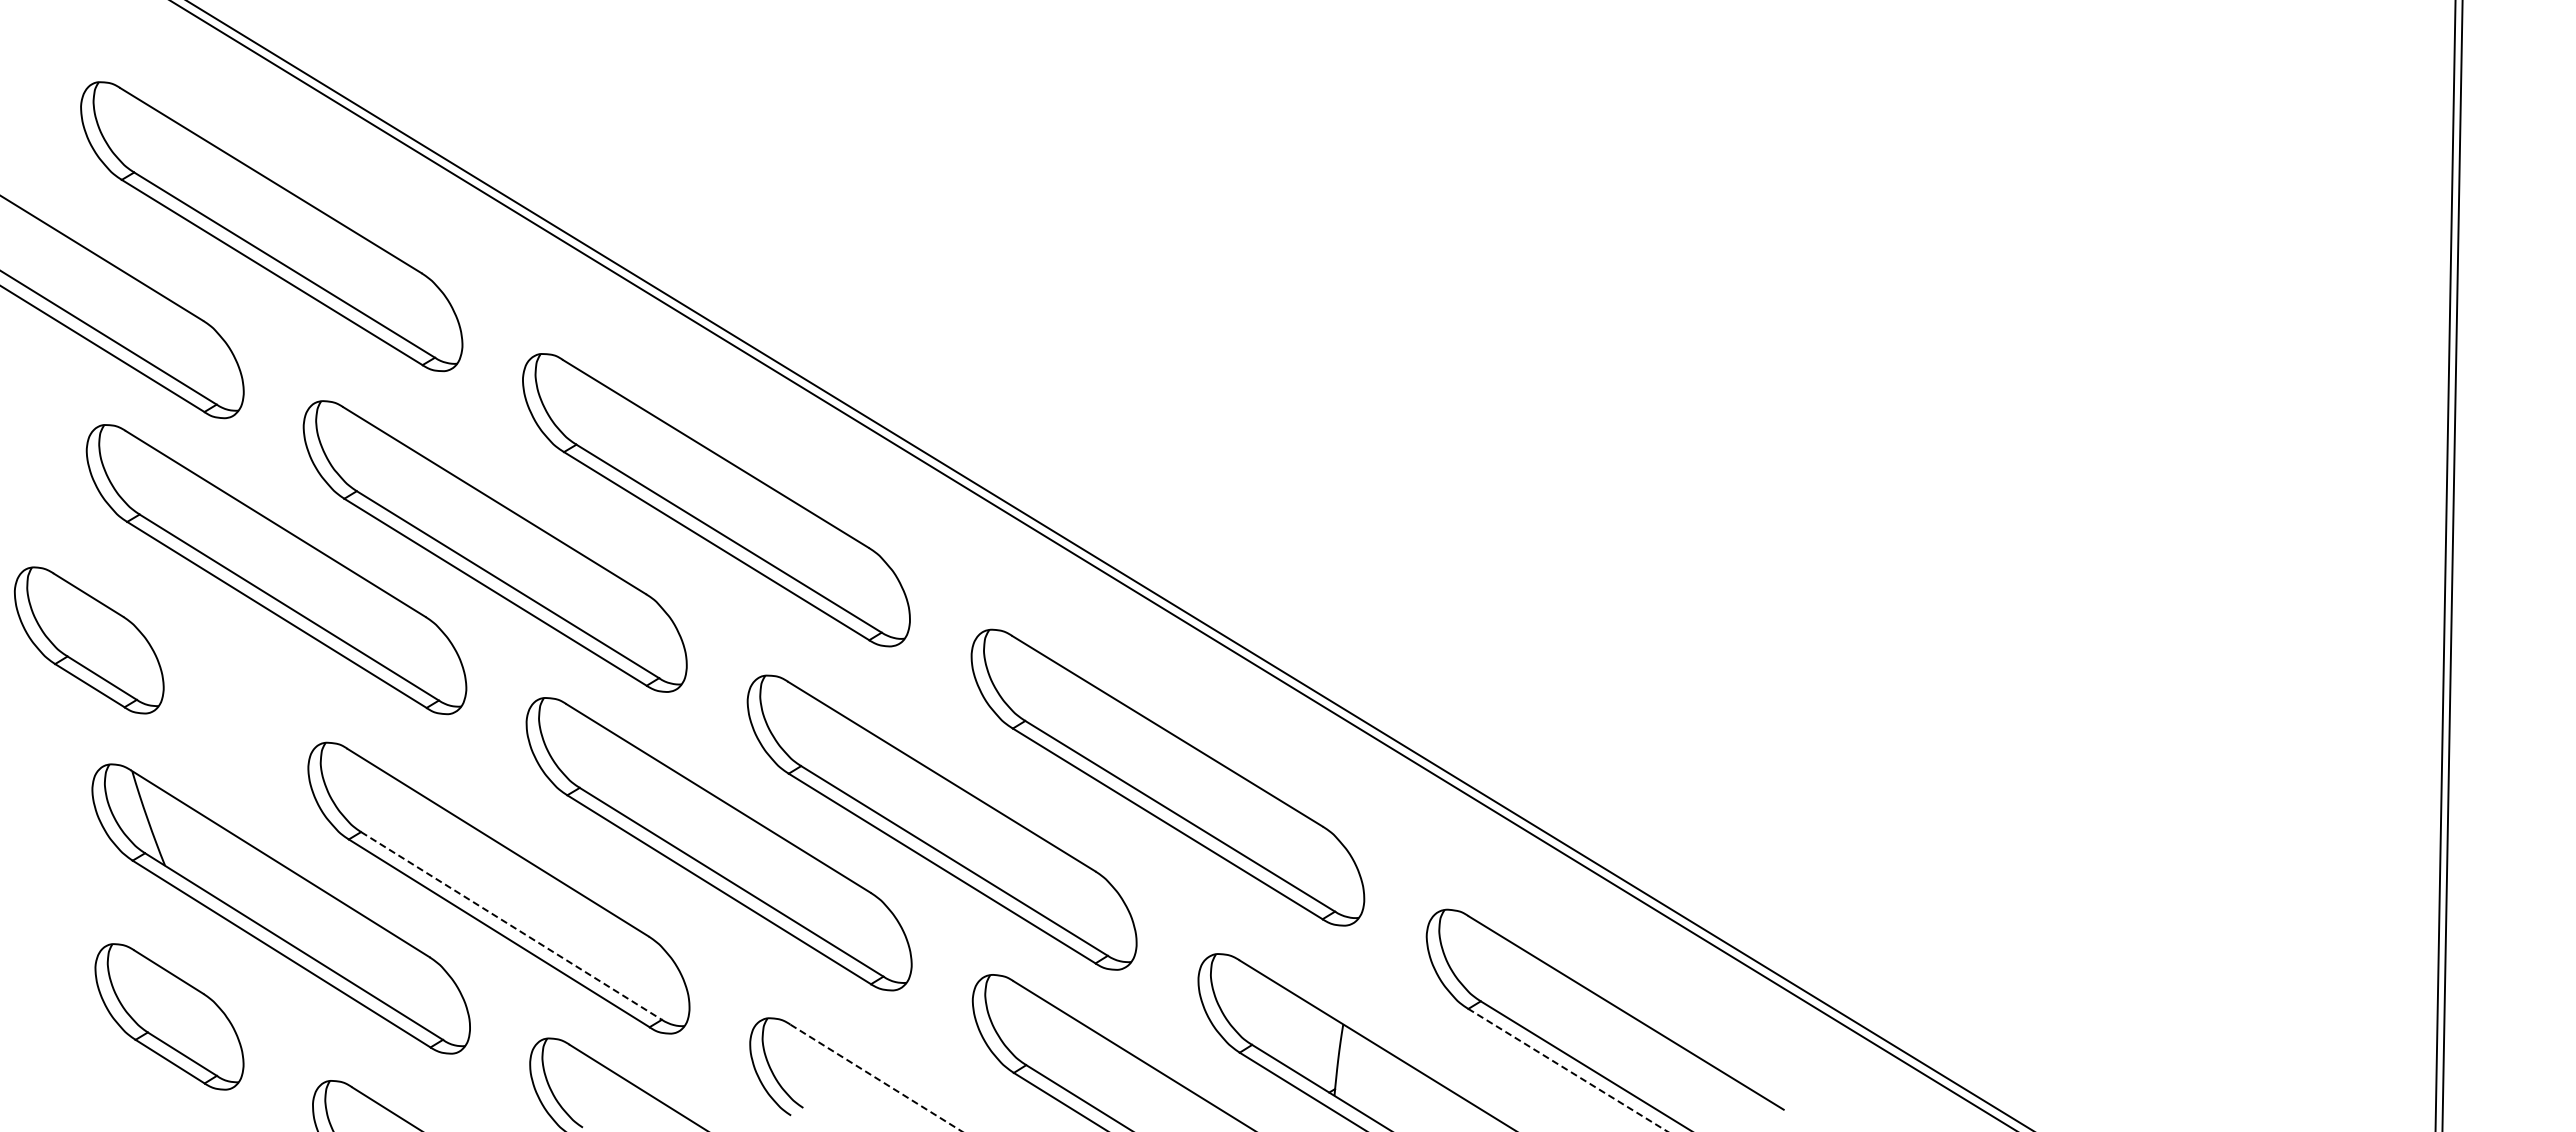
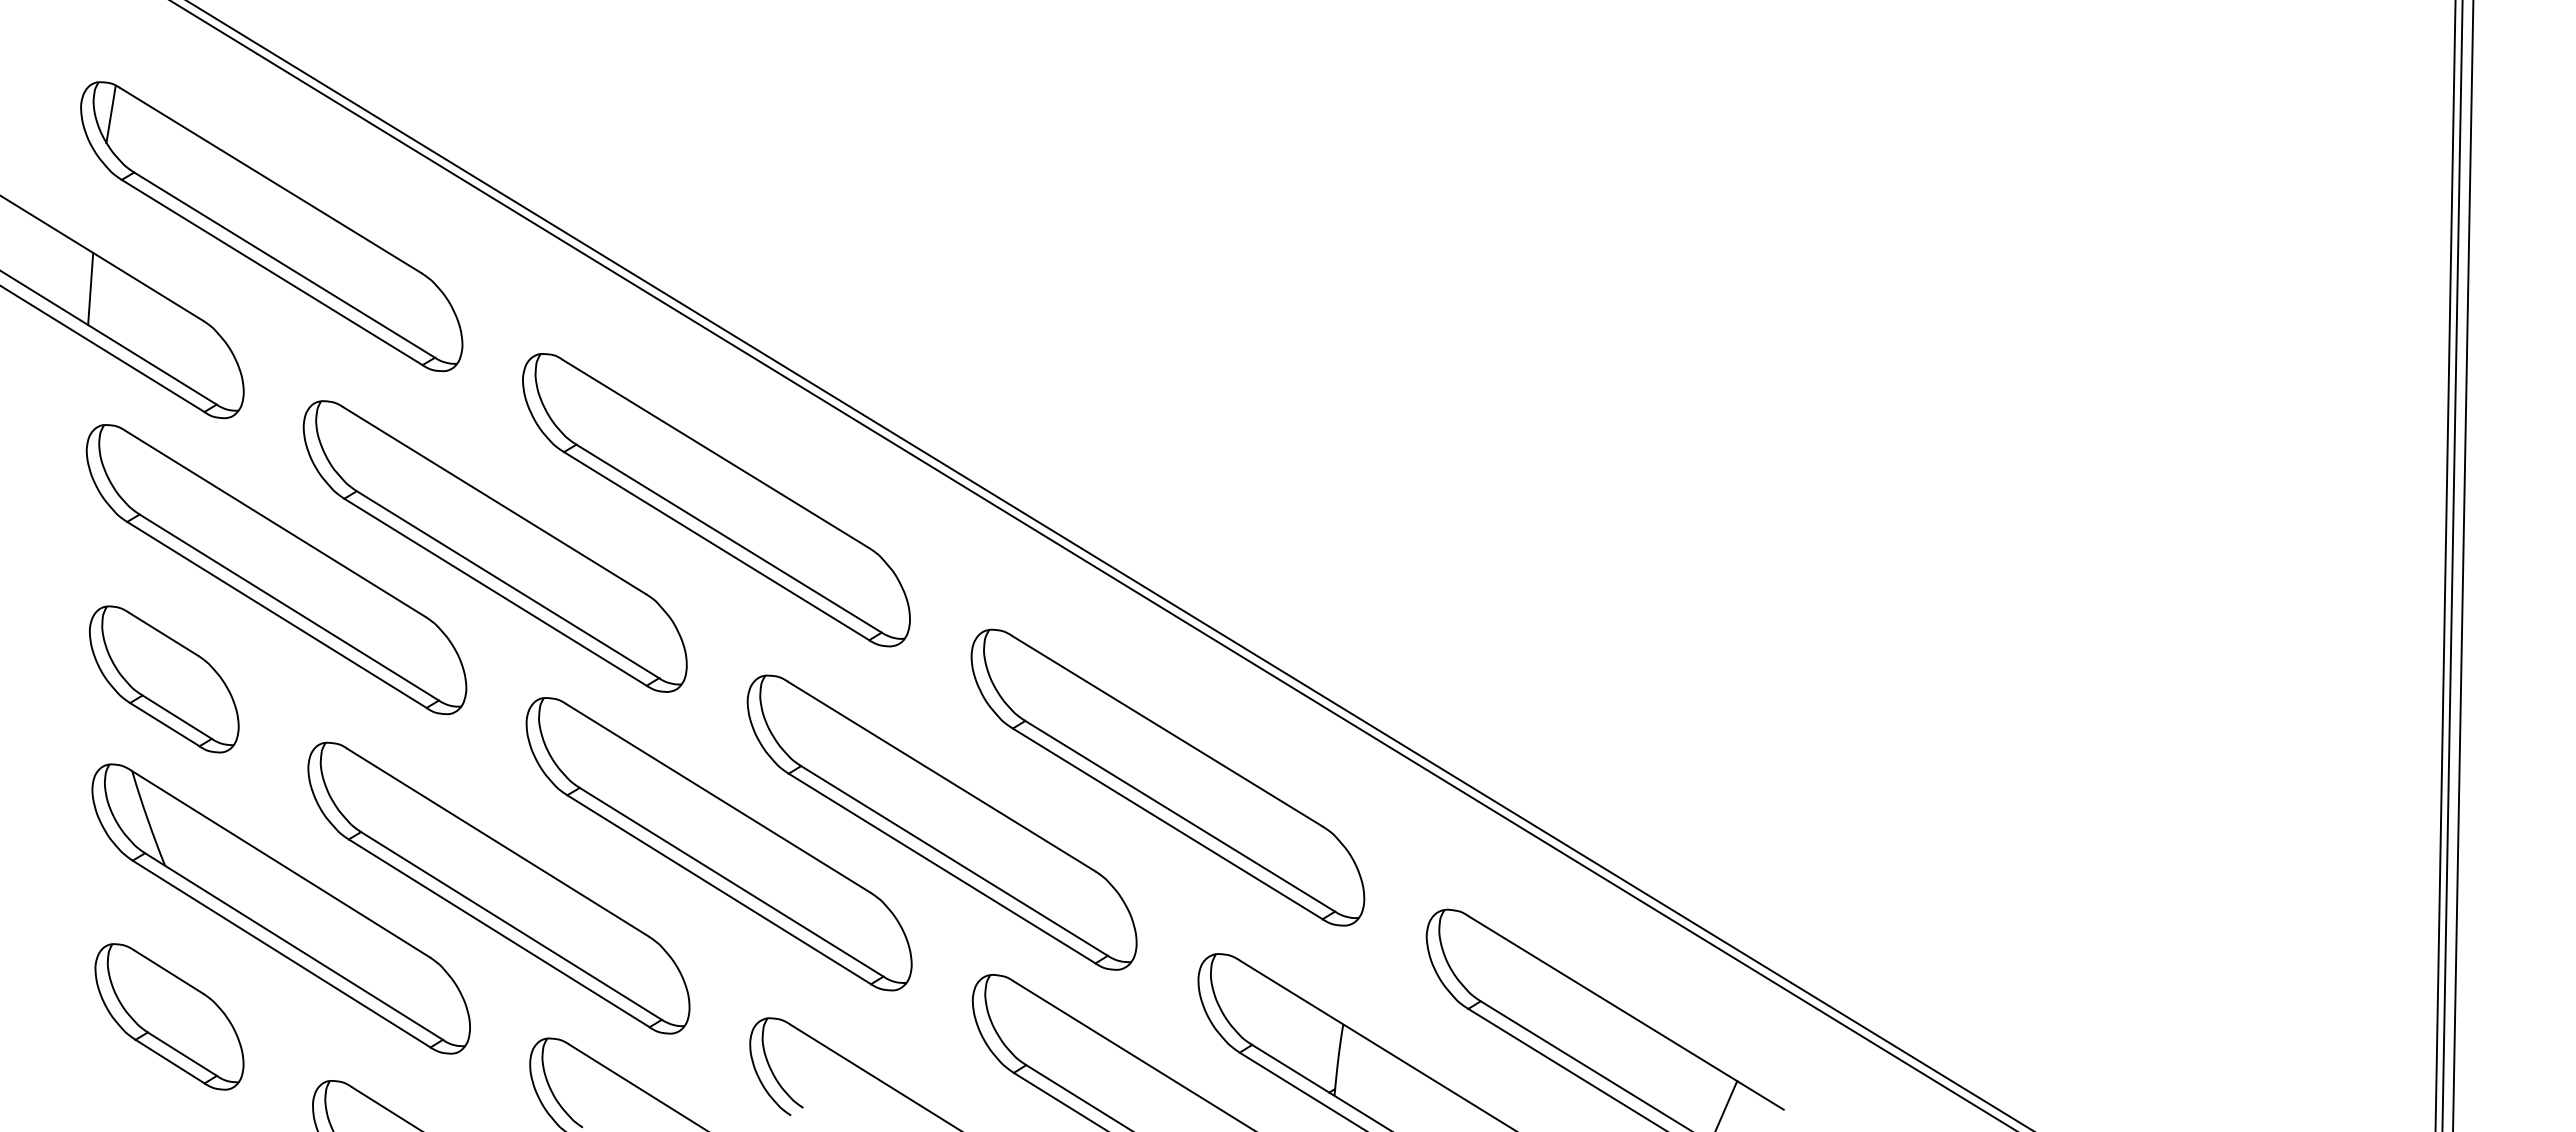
line at (110, 114): none -> present
line at (90, 288): none -> present
line at (2463, 565): none -> present
part at (88, 640) position: (88, 640) -> (163, 679)
line at (511, 926): dashed -> solid
line at (1567, 1070): dashed -> solid
line at (877, 1078): dashed -> solid
line at (1726, 1104): none -> present
